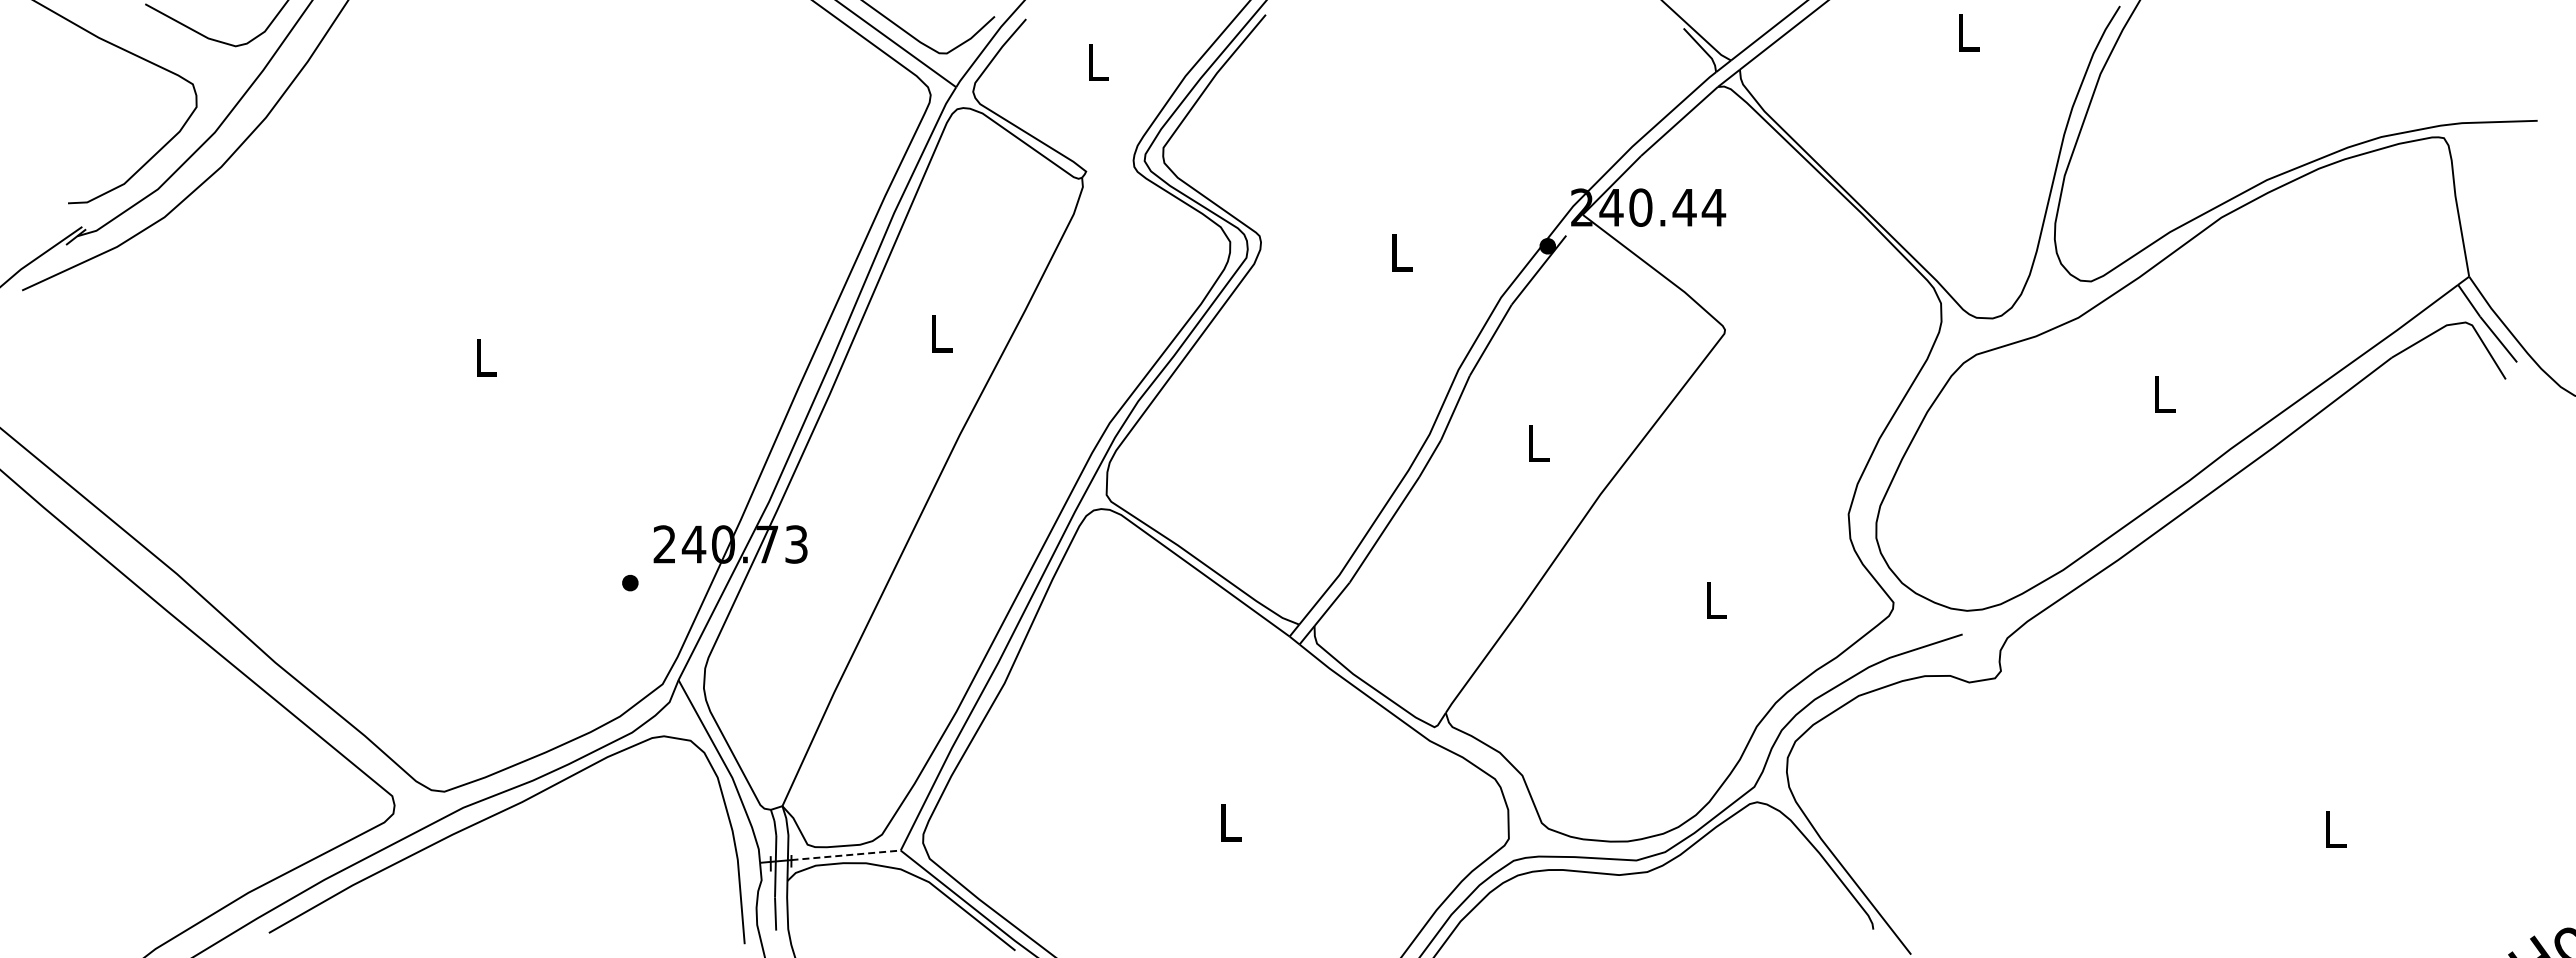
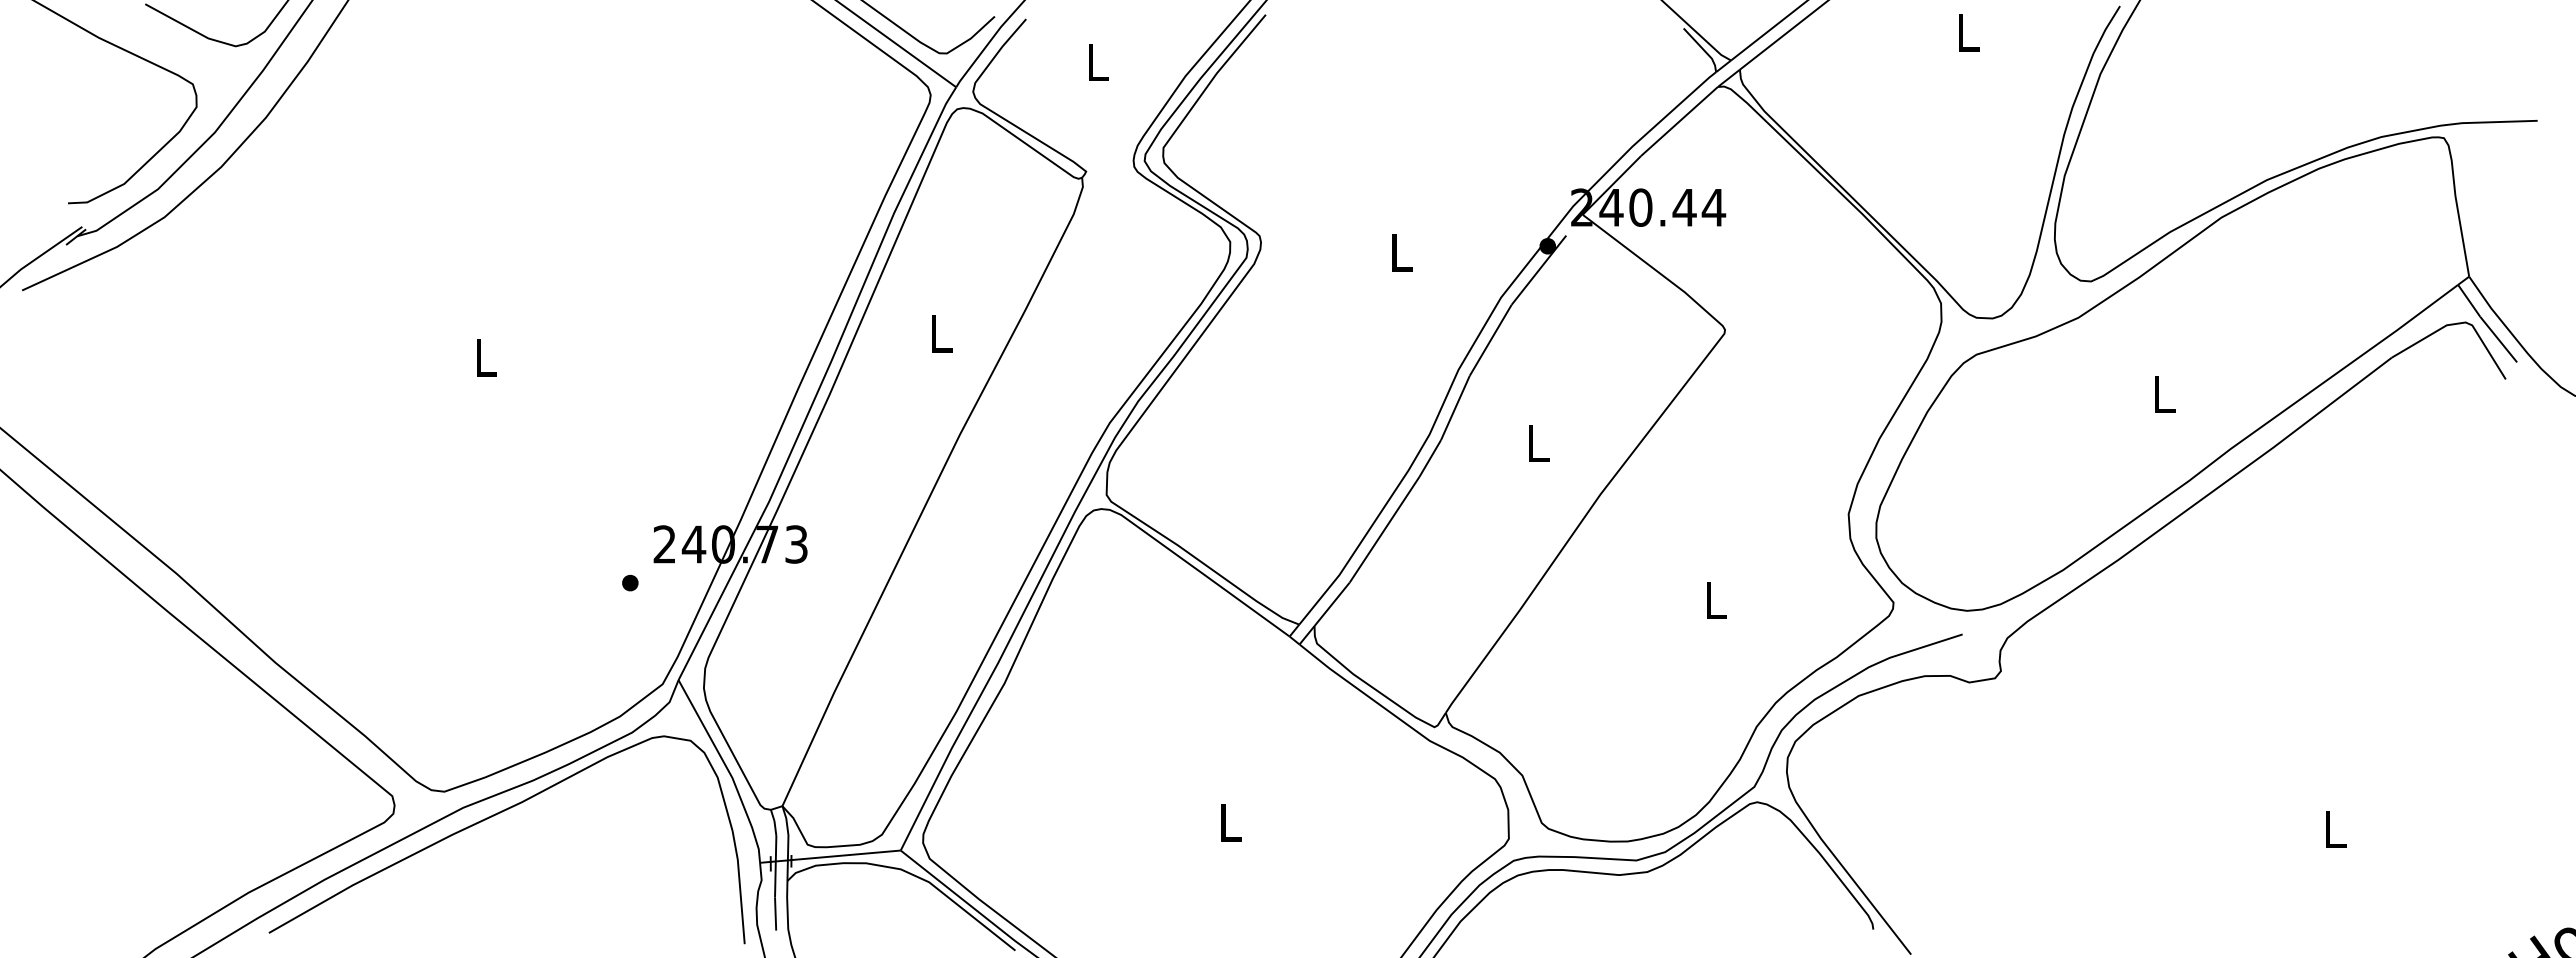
line at (846, 855): dashed -> solid
